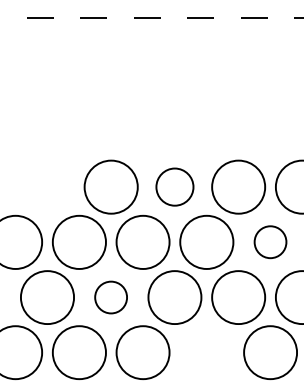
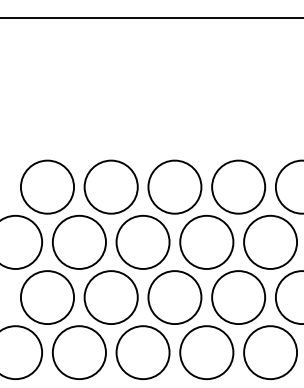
line at (152, 18): dashed -> solid
part at (47, 186): none -> present
part at (174, 186) size: 40x40 px -> 56x56 px
part at (270, 242) size: 35x35 px -> 55x56 px
part at (110, 297) size: 34x35 px -> 56x55 px
part at (206, 352): none -> present
